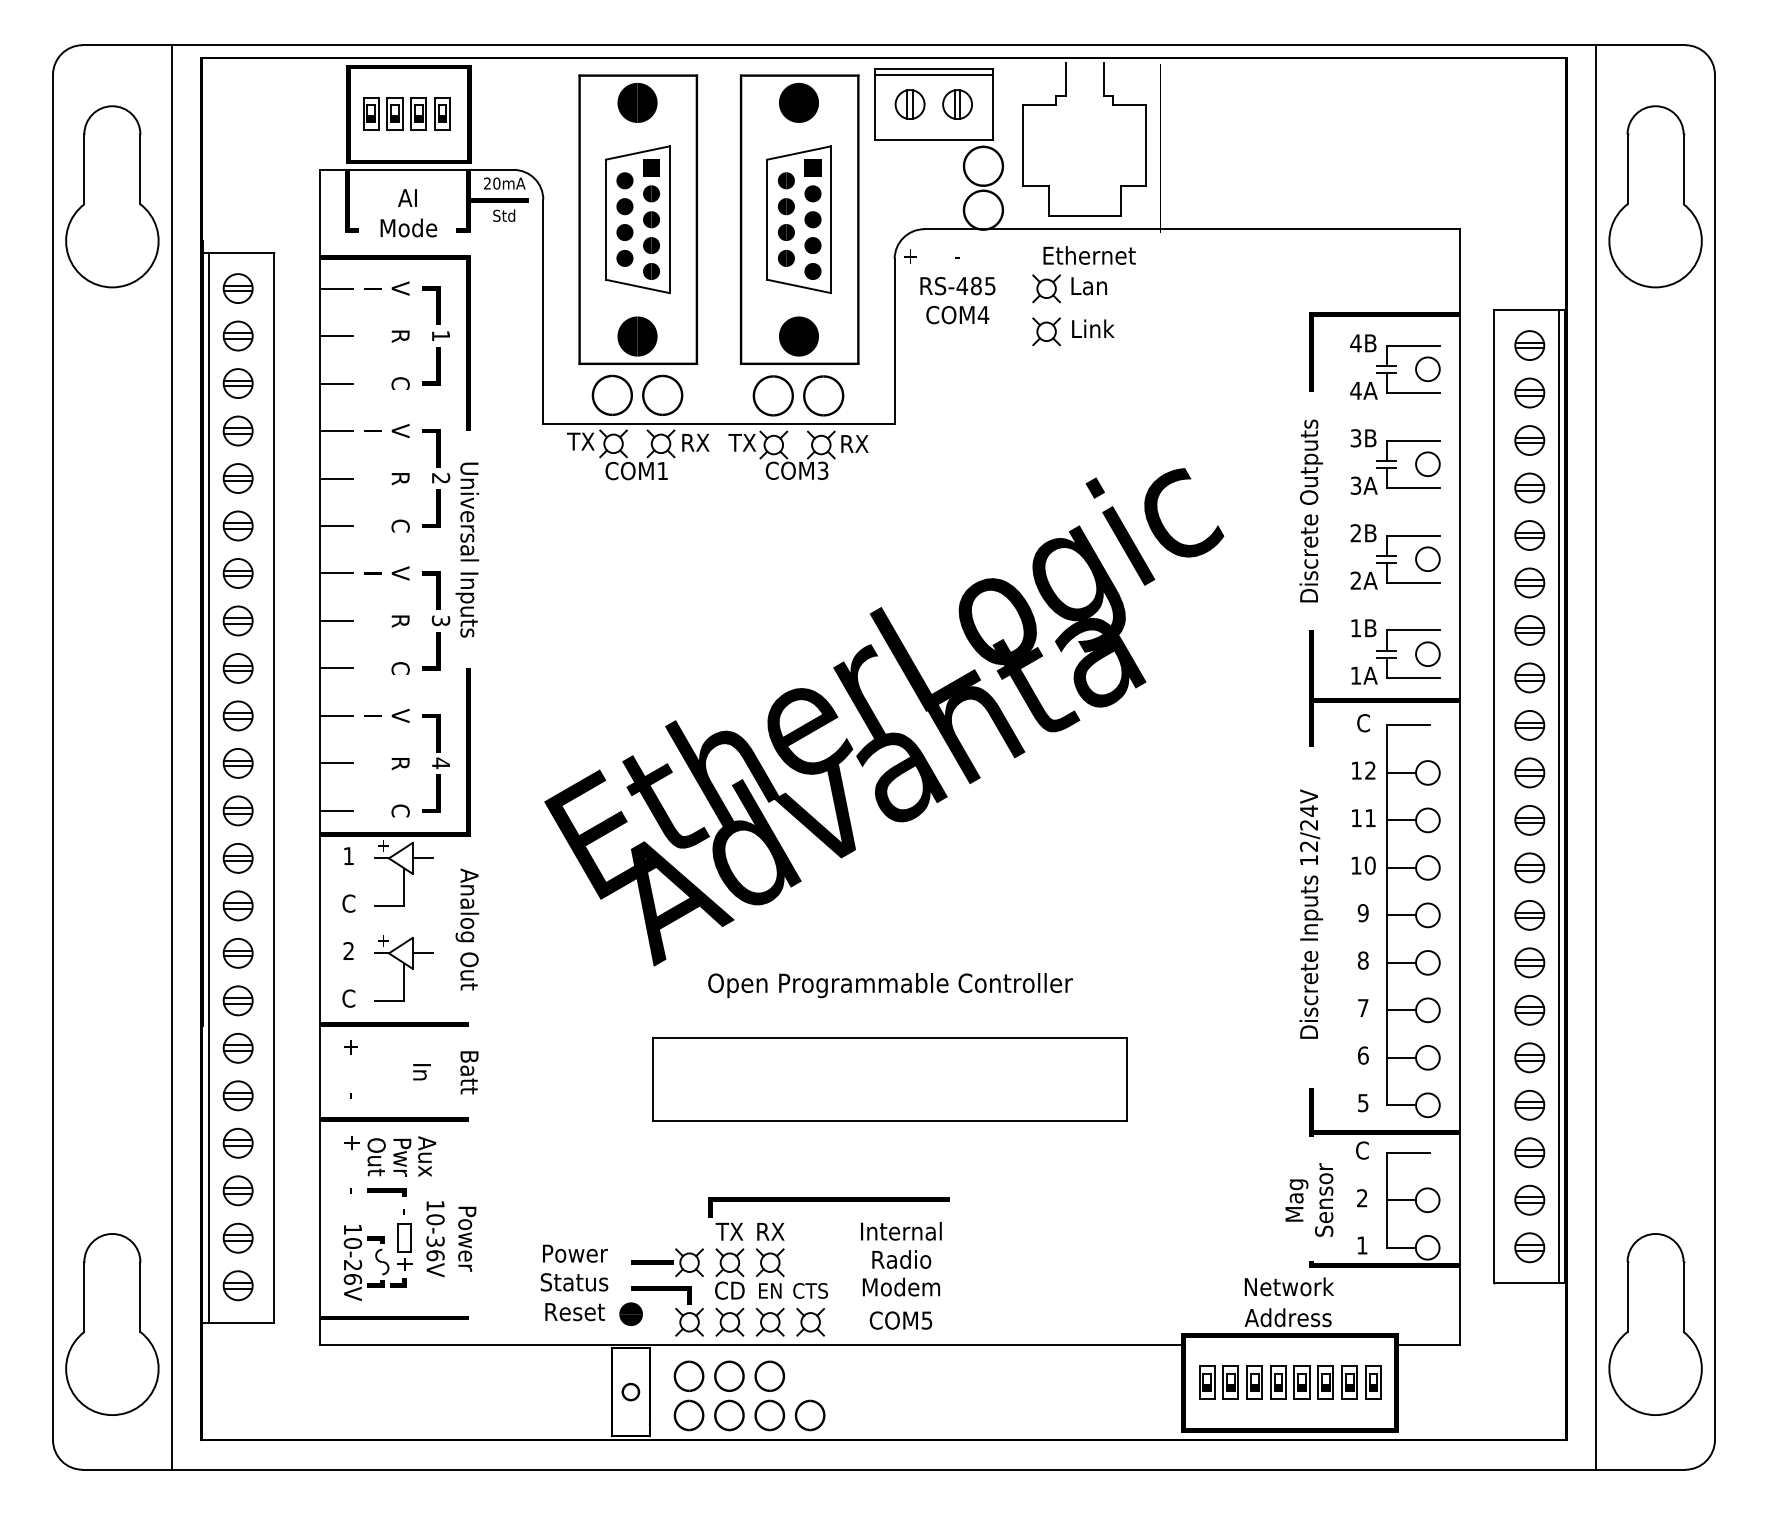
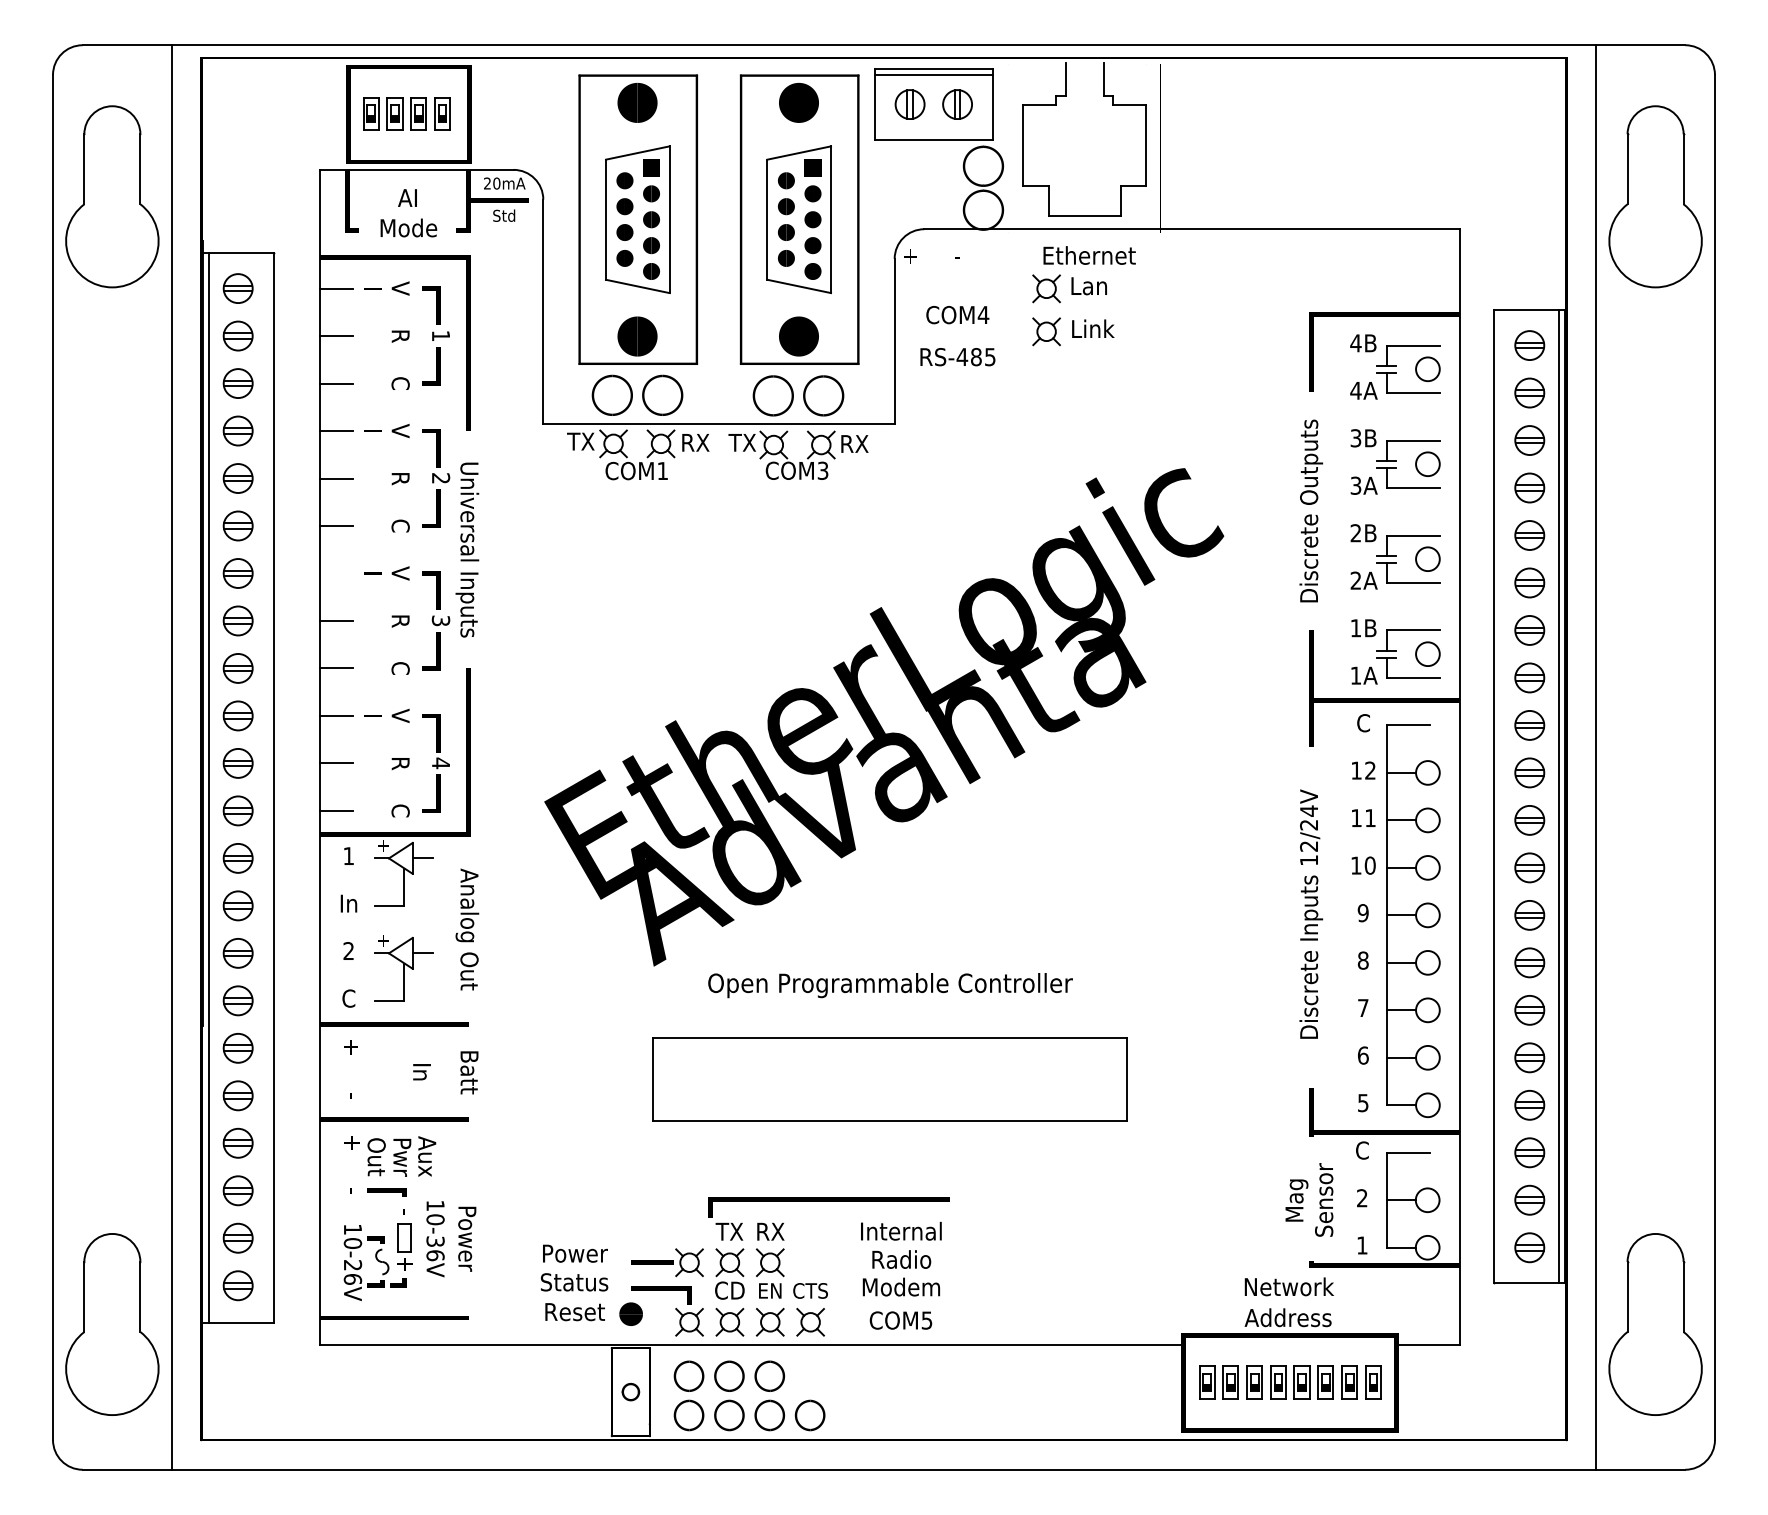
text at (957, 286) position: (957, 286) -> (957, 357)
line at (336, 573): present -> none
text at (348, 903): C -> In
